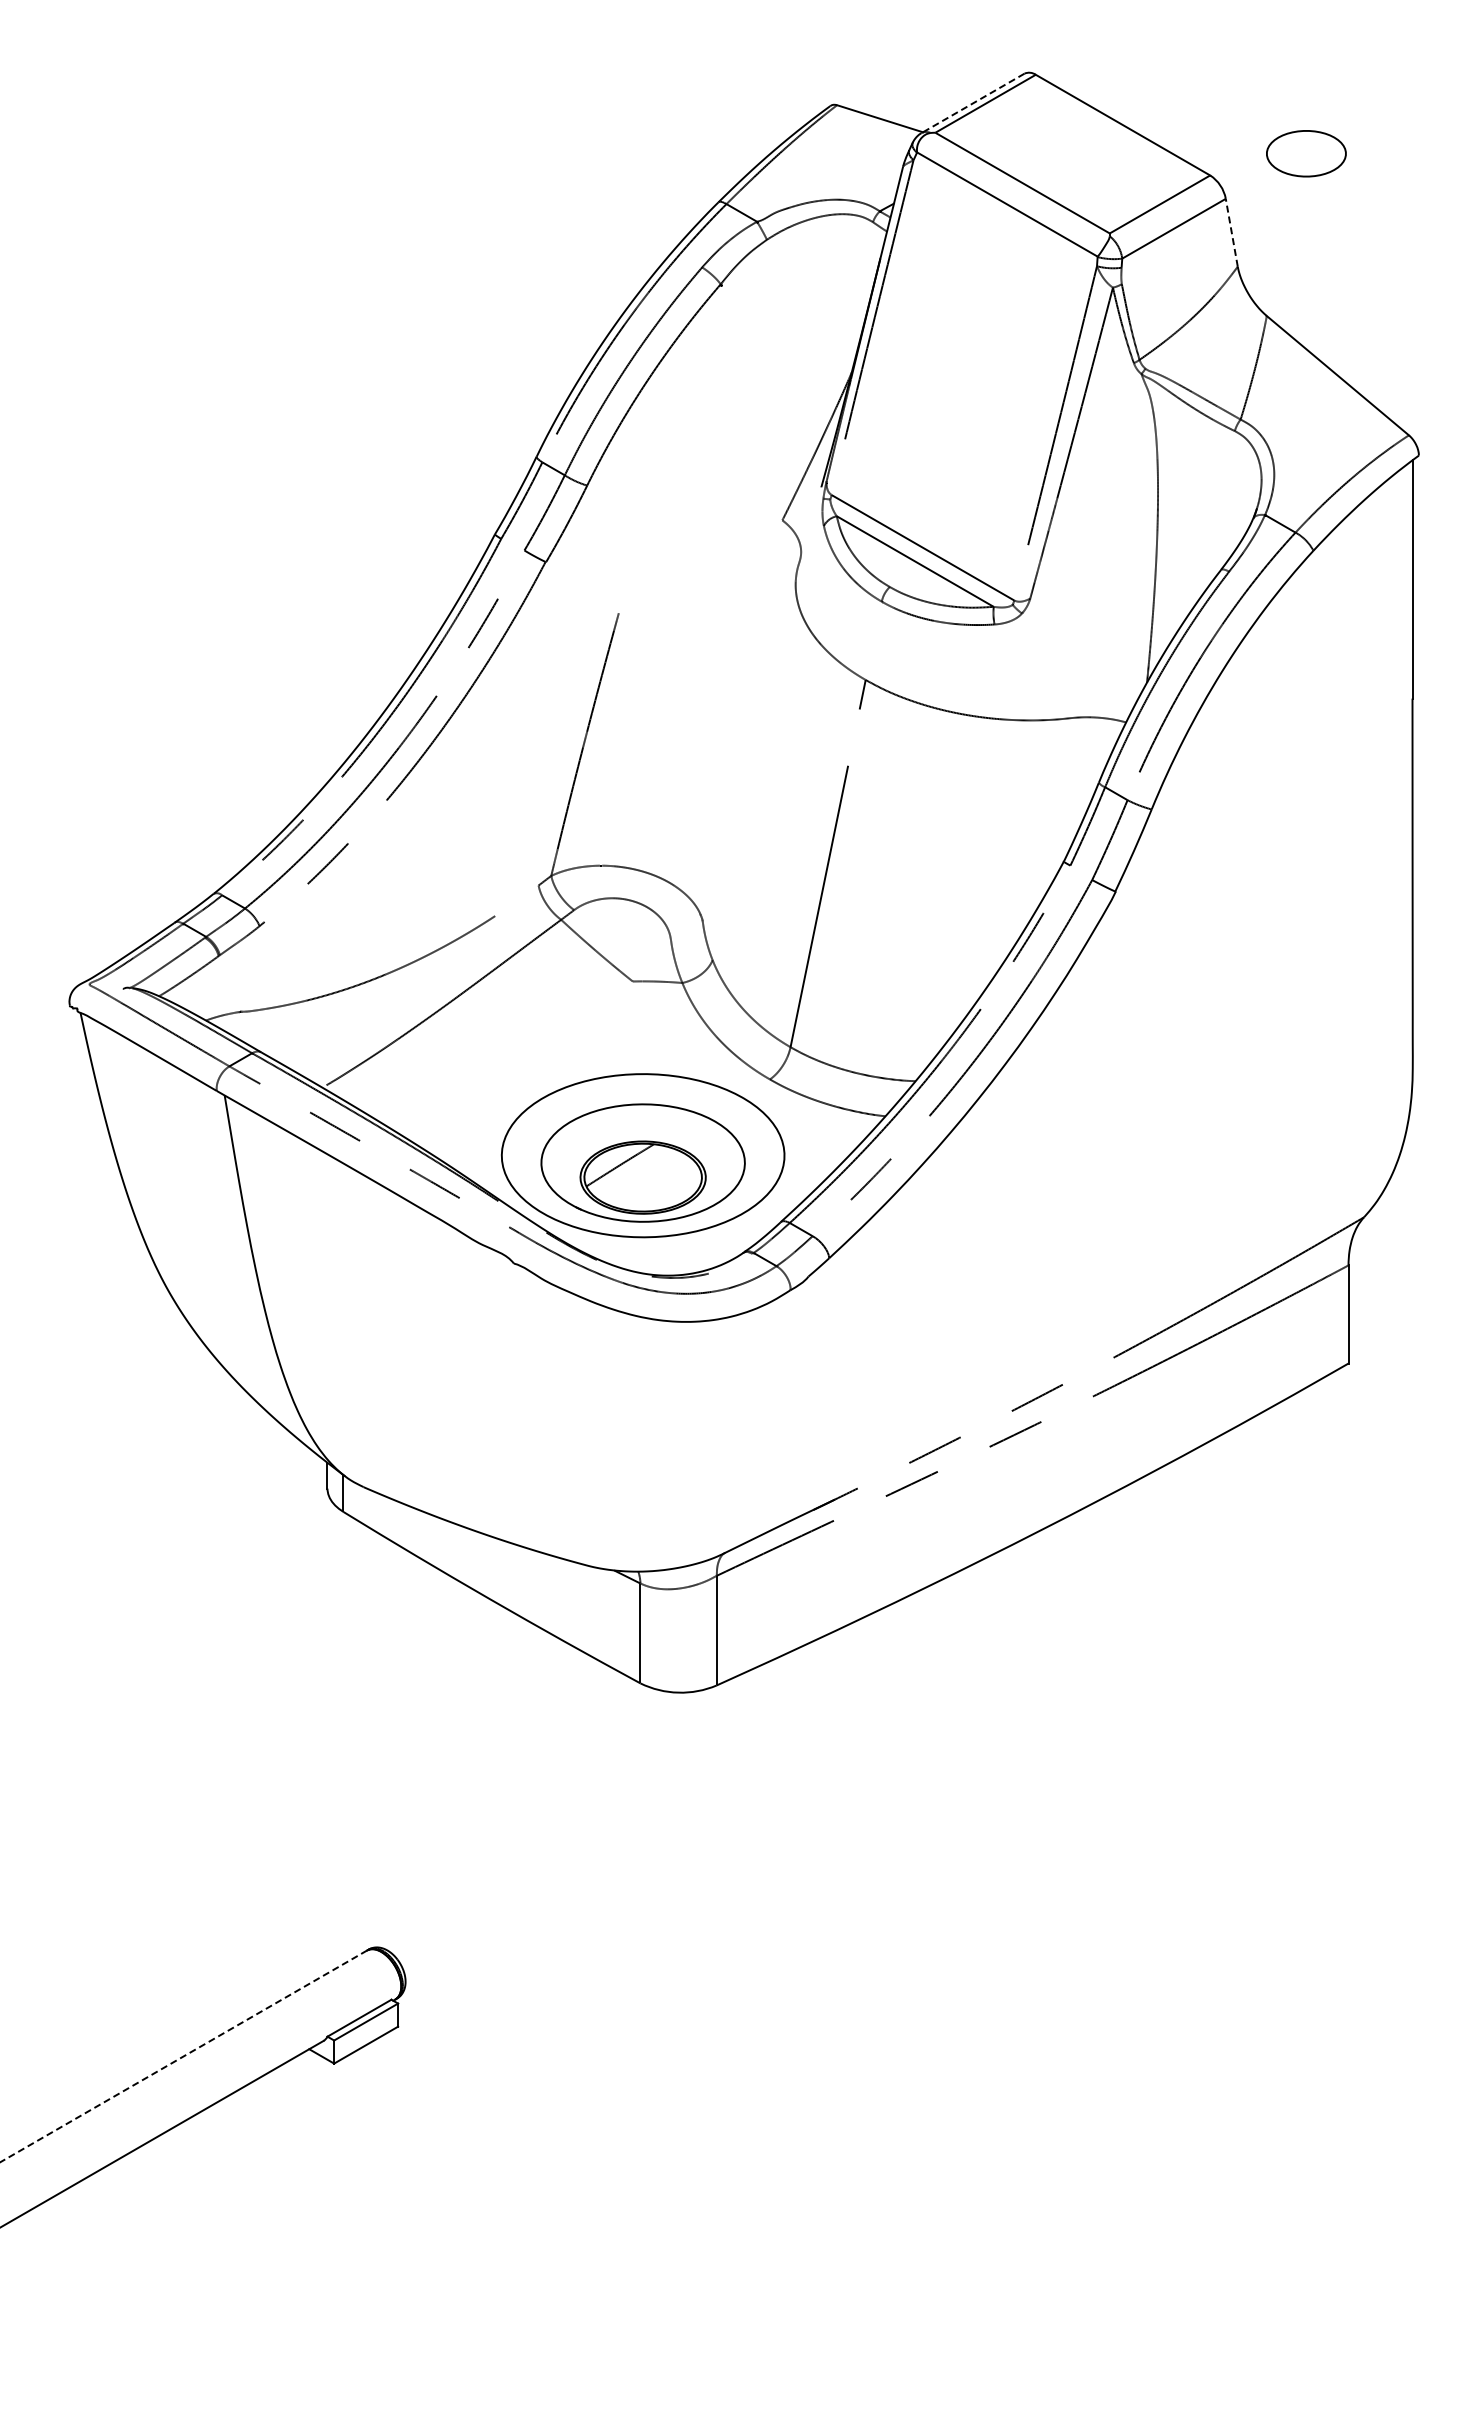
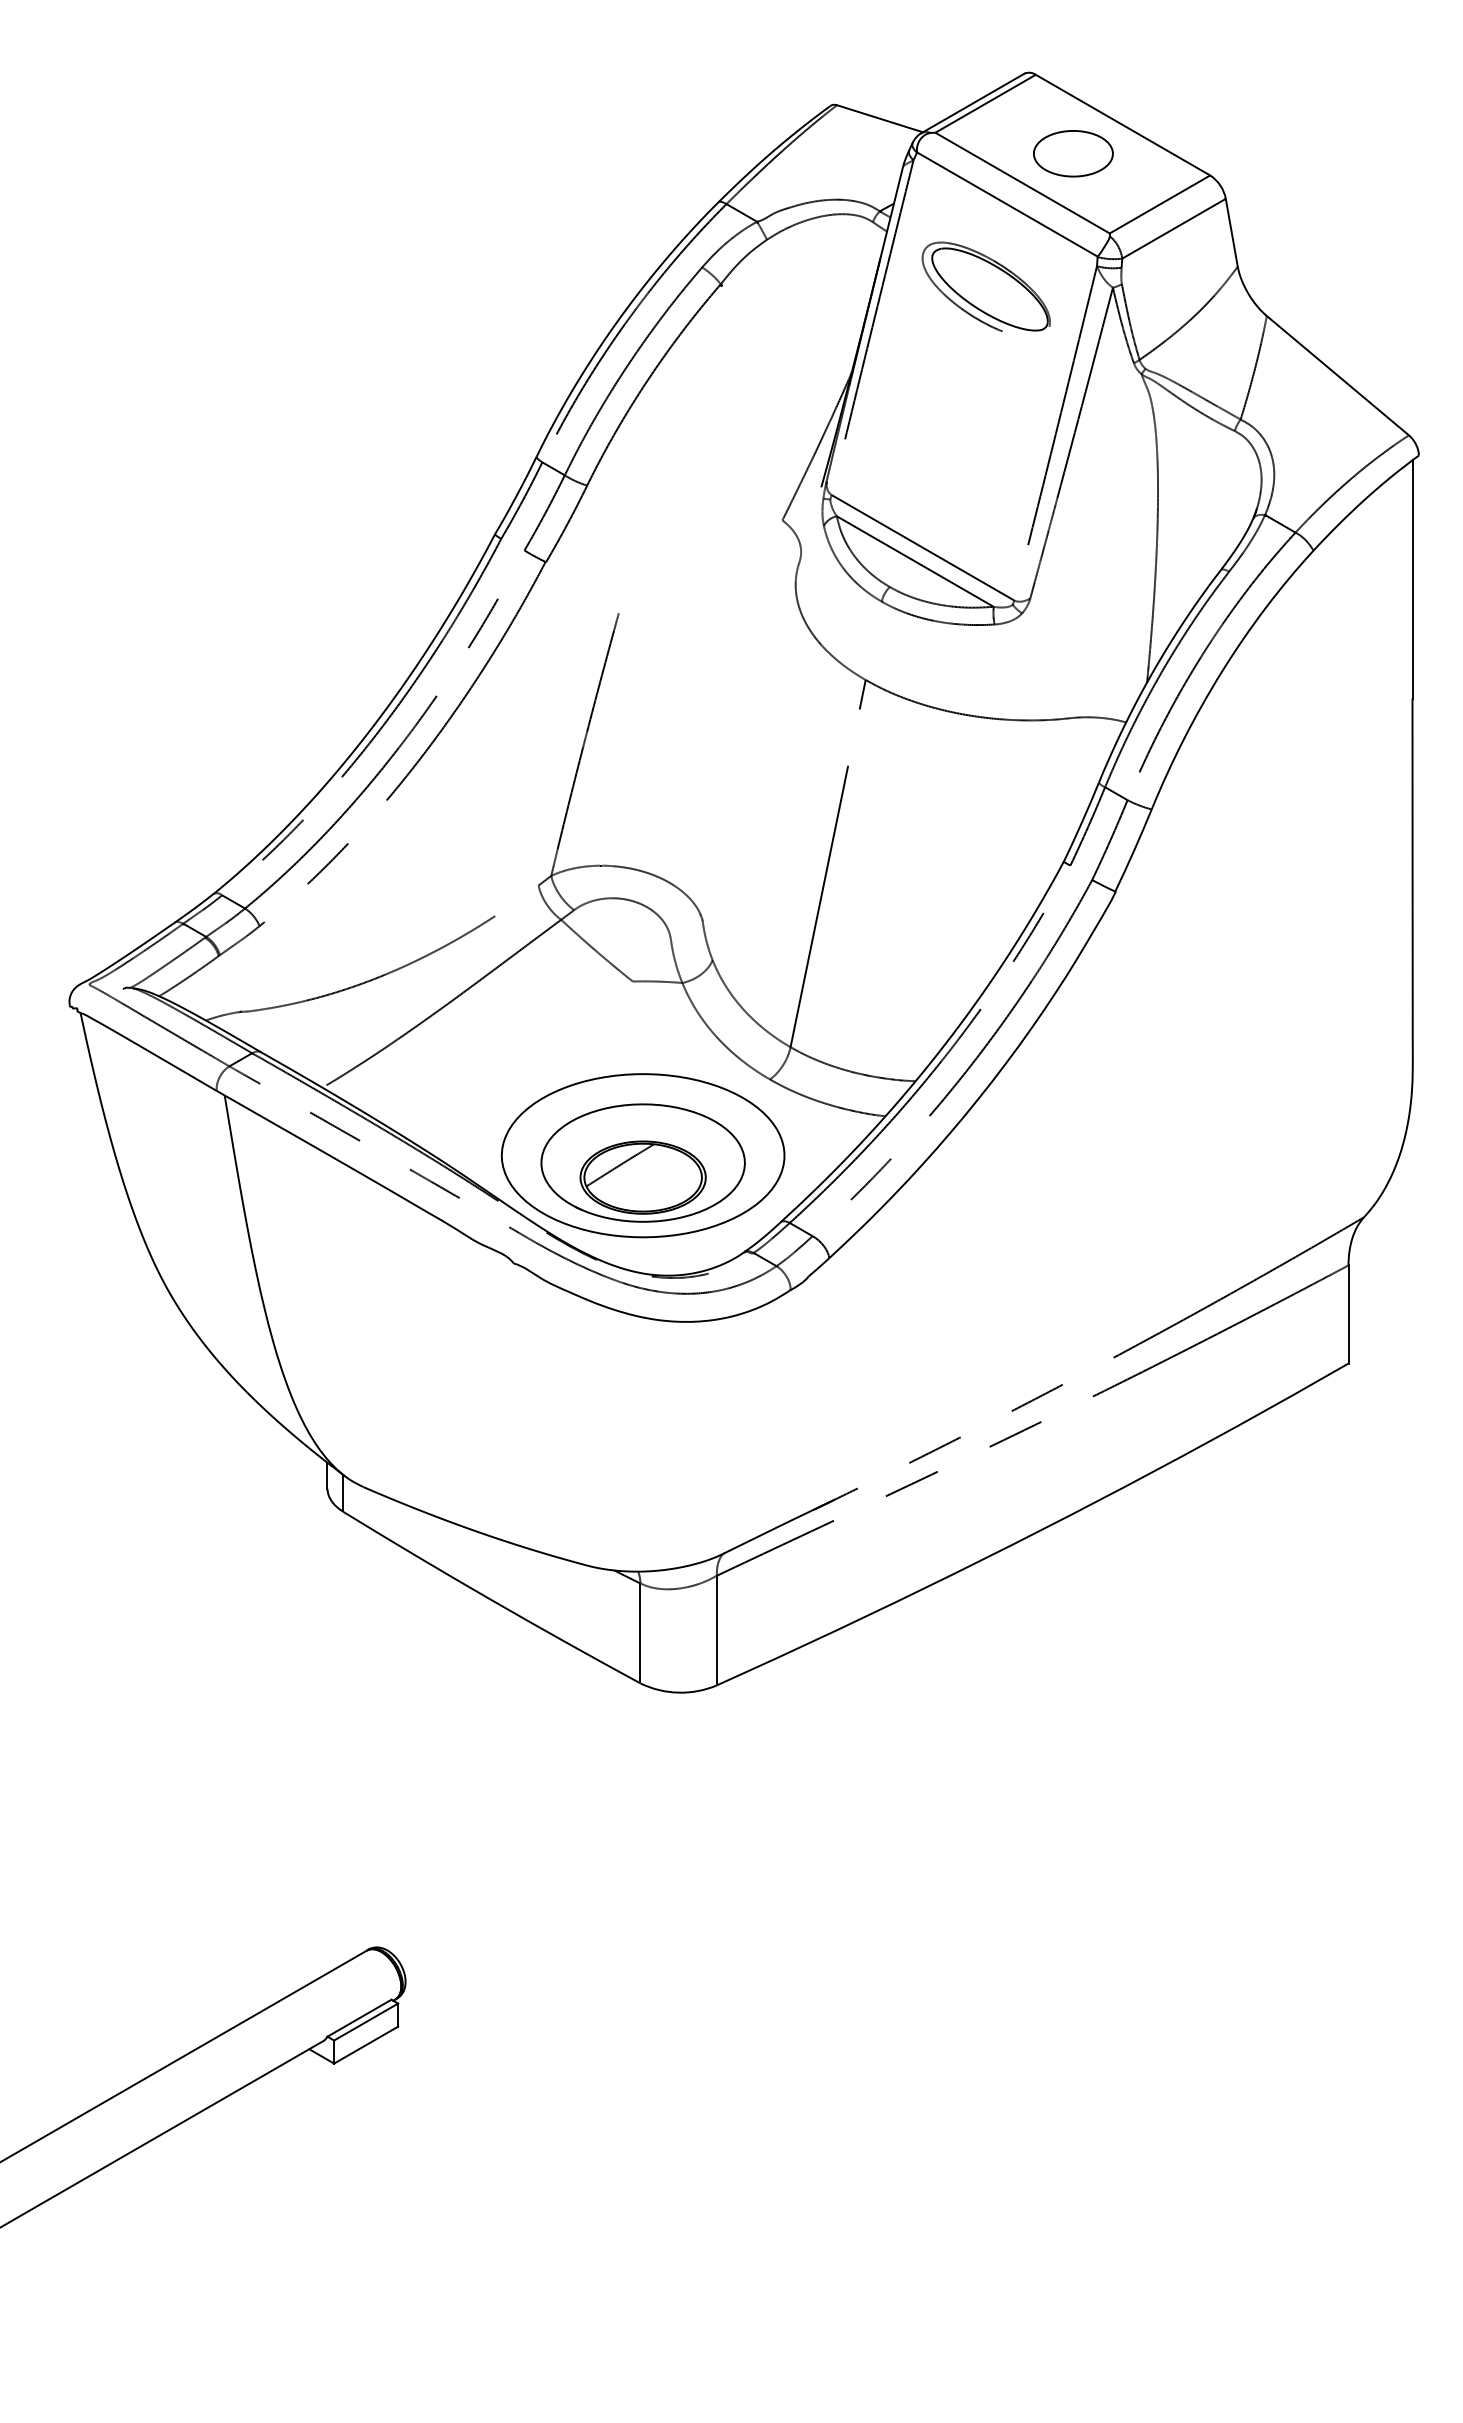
line at (972, 103): dashed -> solid
part at (1306, 153) position: (1306, 153) -> (1073, 153)
line at (1231, 232): dashed -> solid
part at (985, 286): none -> present
line at (183, 2056): dashed -> solid
